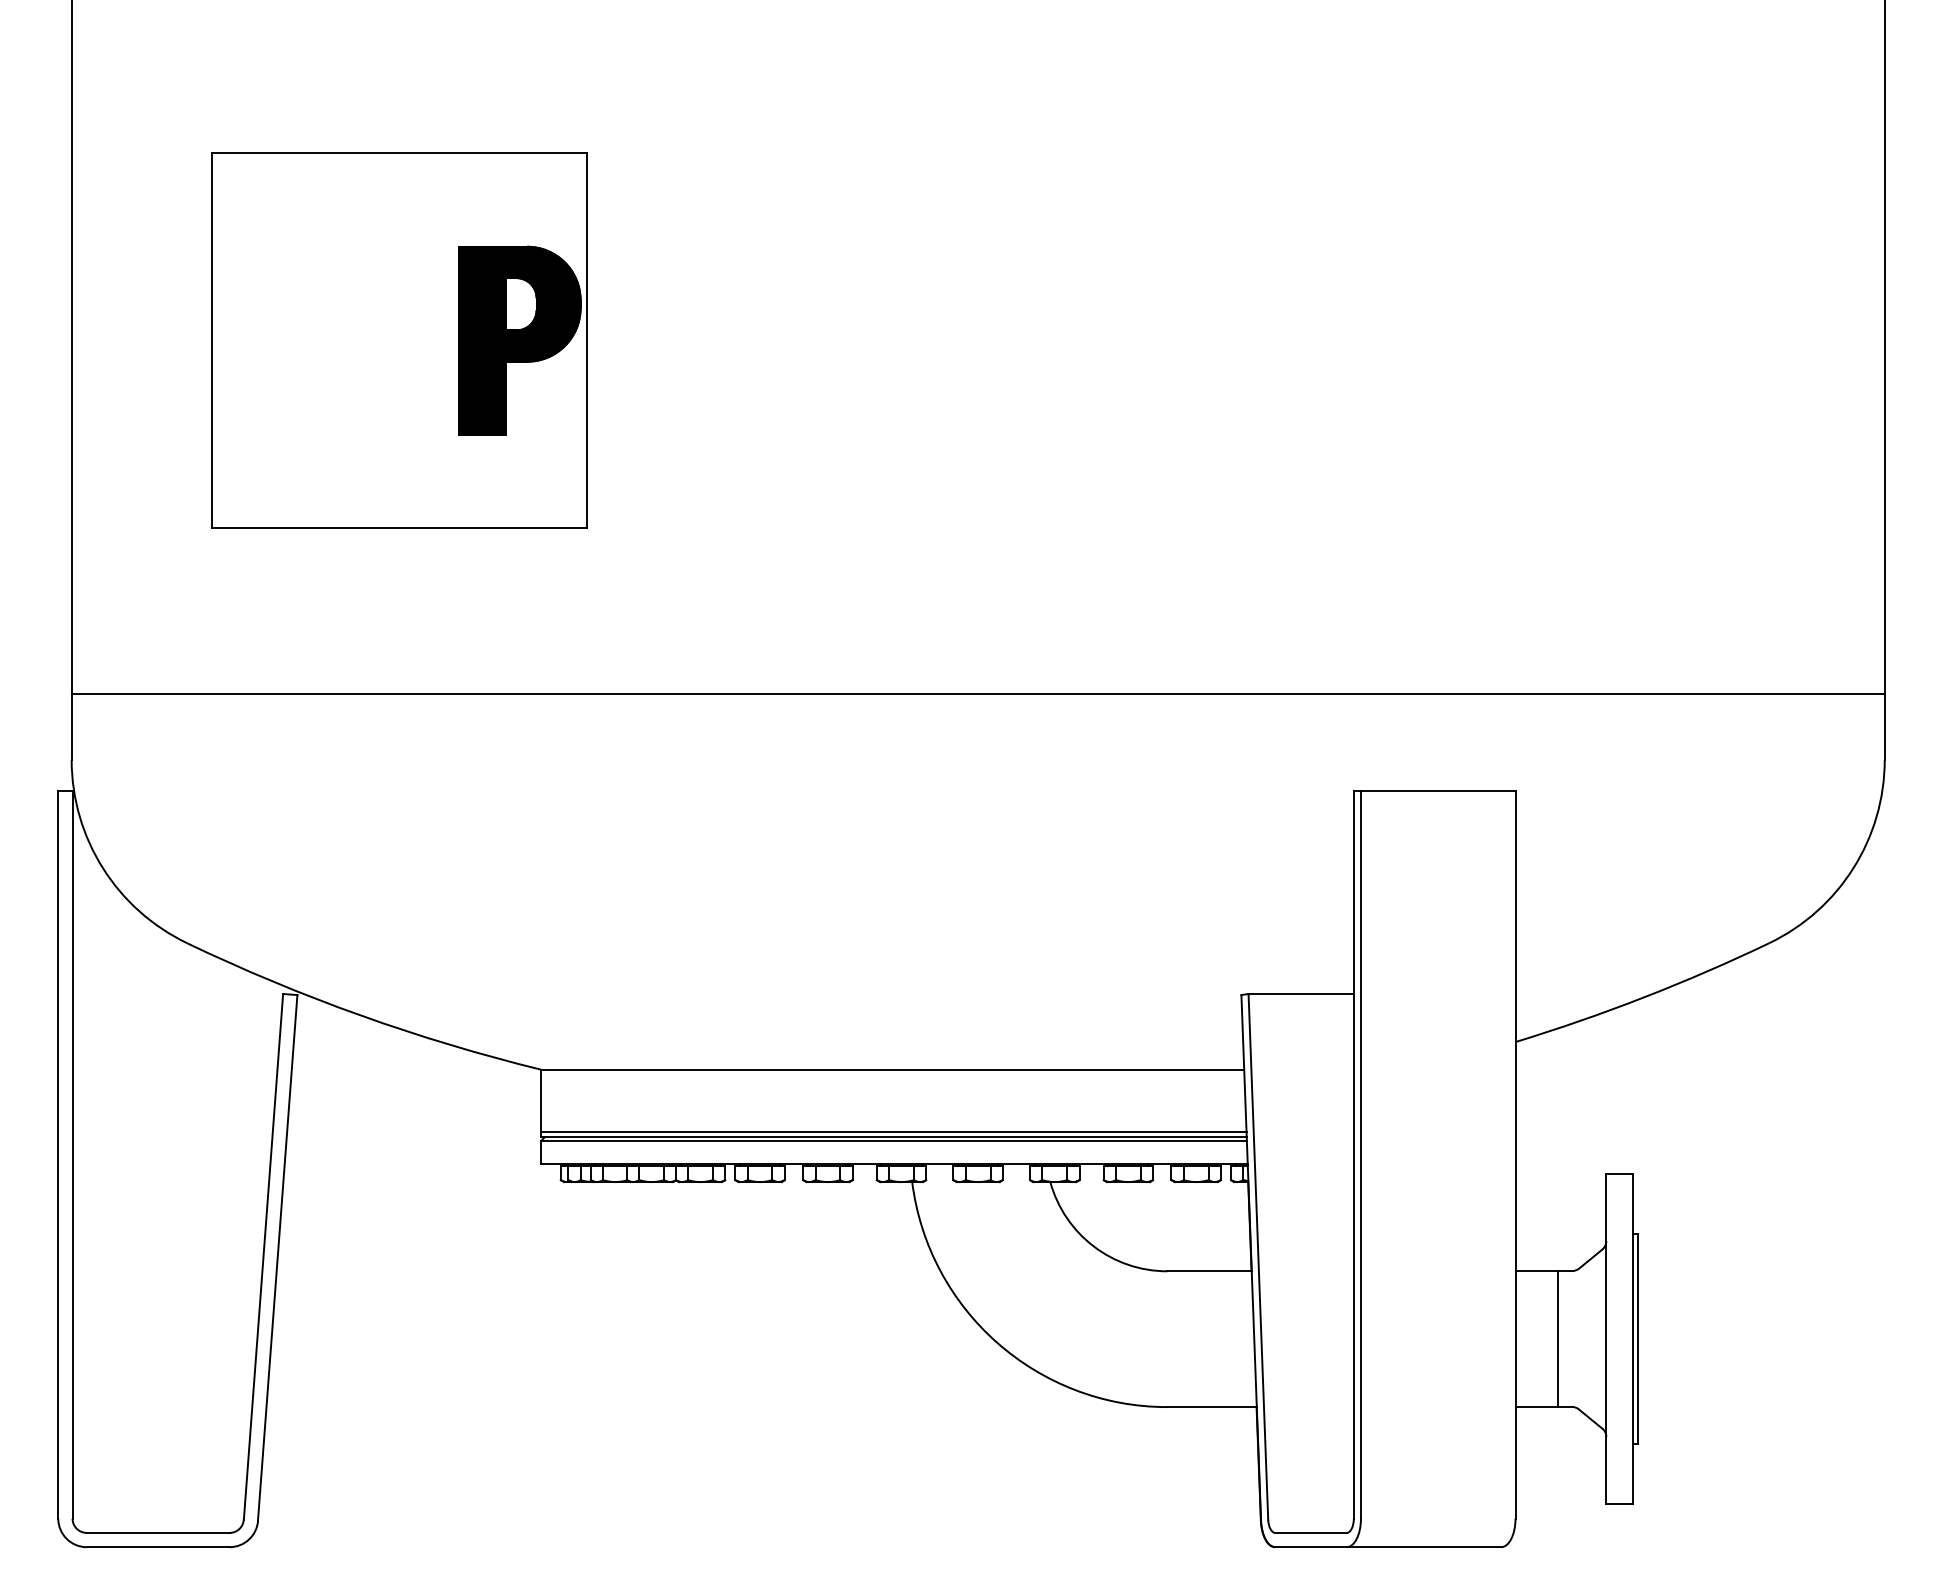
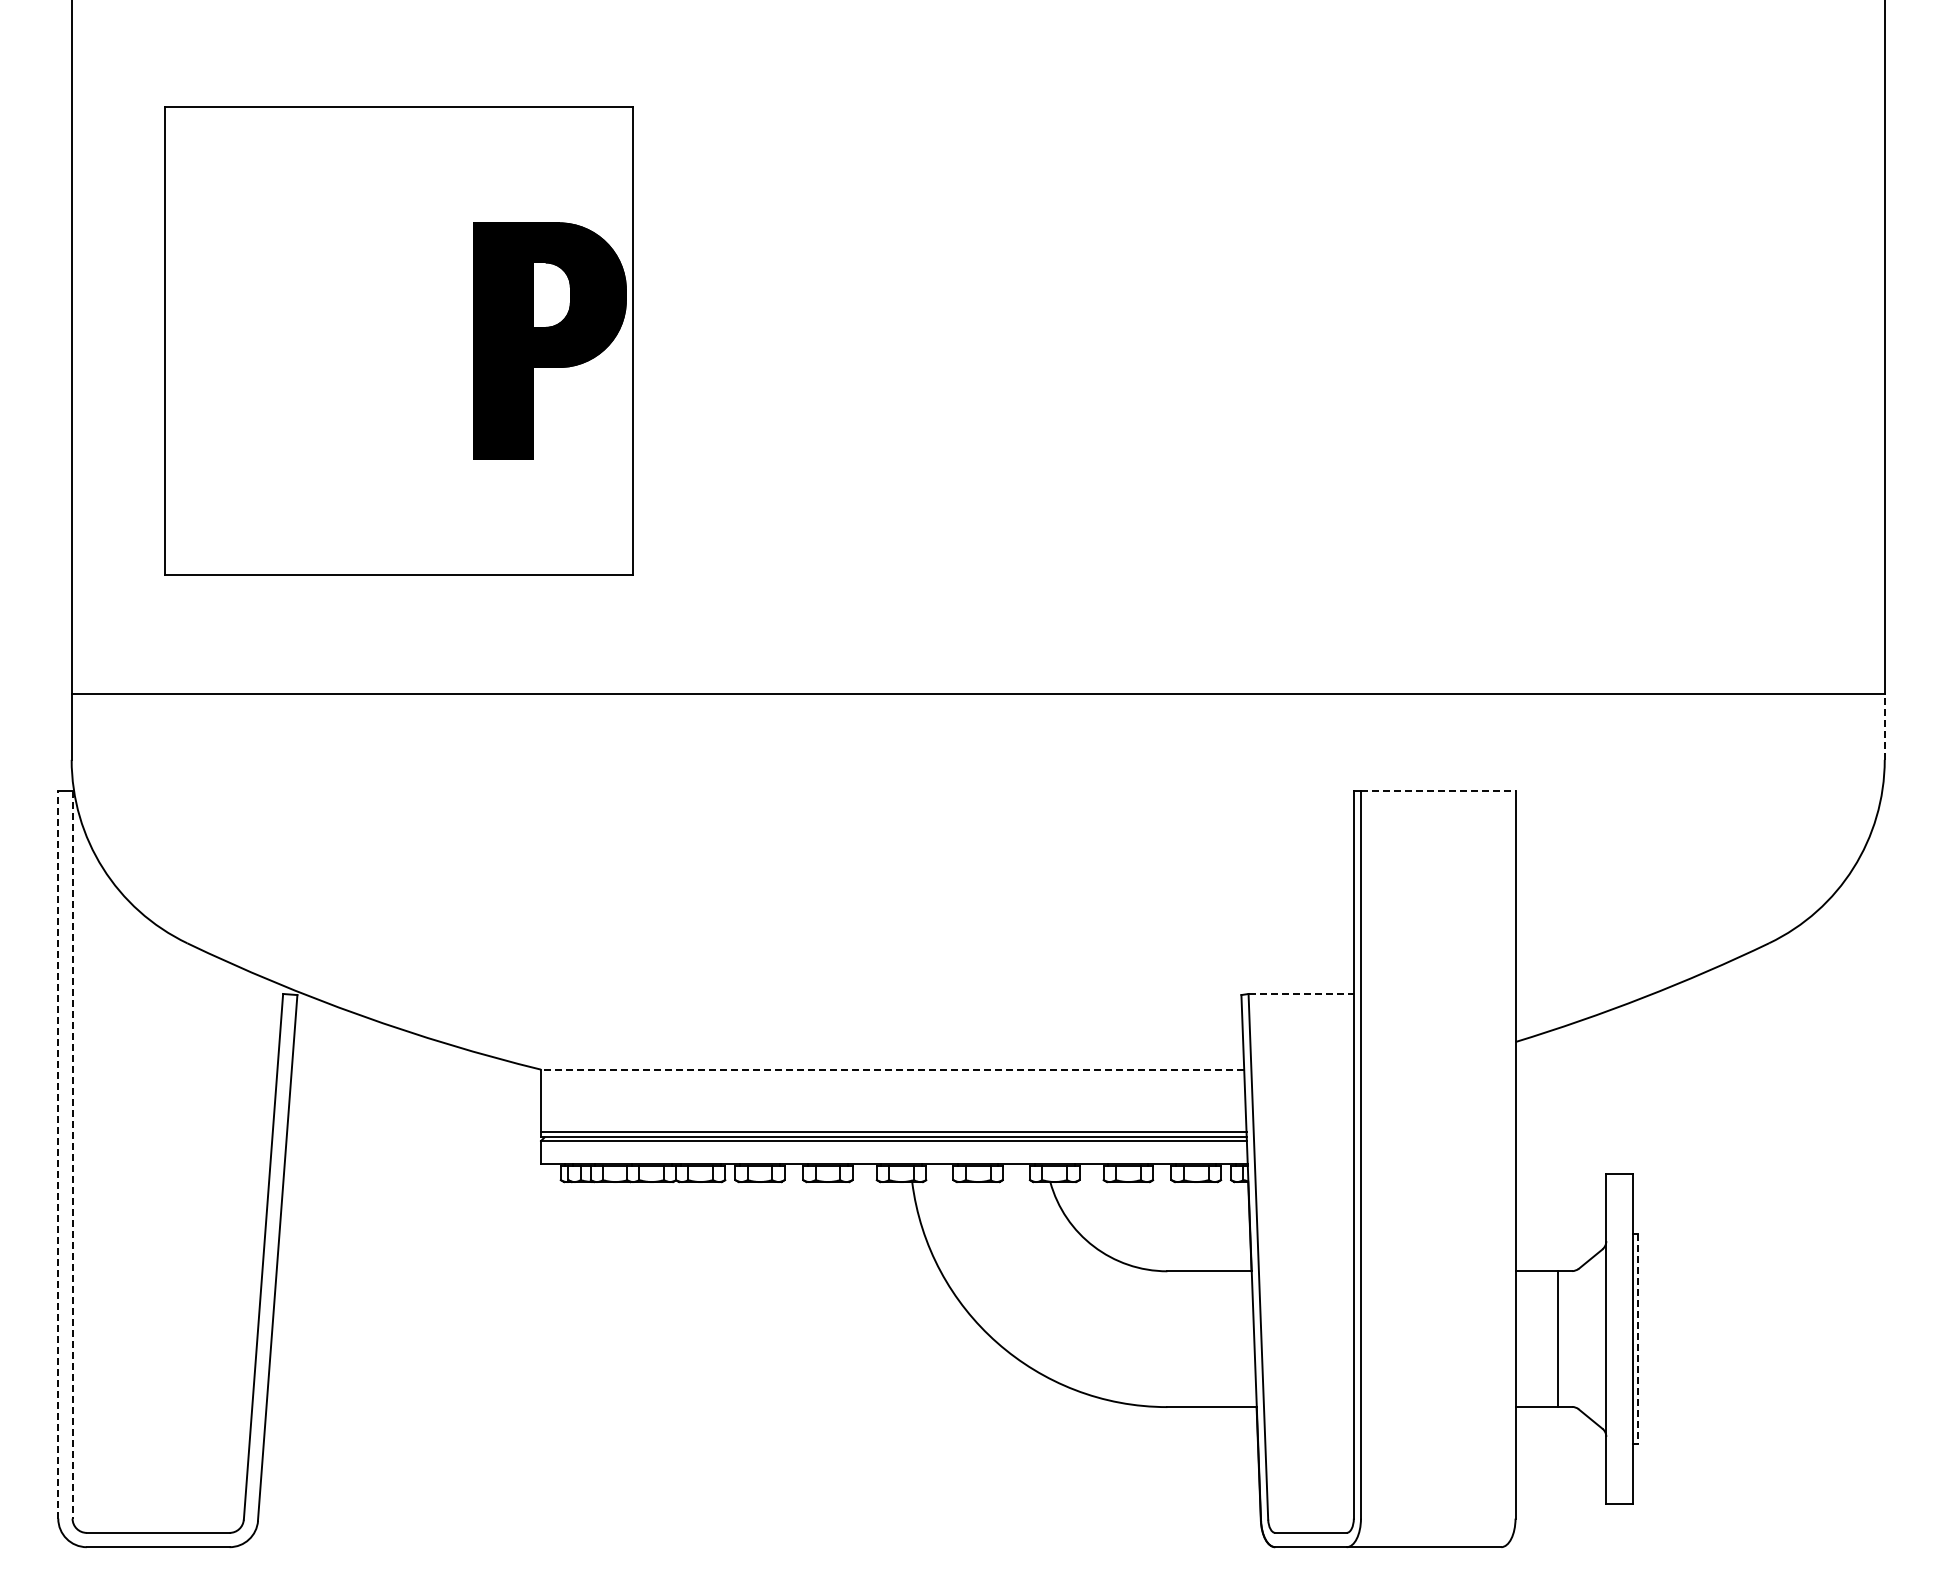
part at (399, 340) size: 377x377 px -> 470x470 px
line at (1884, 727): solid -> dashed
line at (1438, 790): solid -> dashed
line at (1301, 993): solid -> dashed
line at (892, 1069): solid -> dashed
line at (58, 1154): solid -> dashed
line at (72, 1155): solid -> dashed
line at (1638, 1339): solid -> dashed
